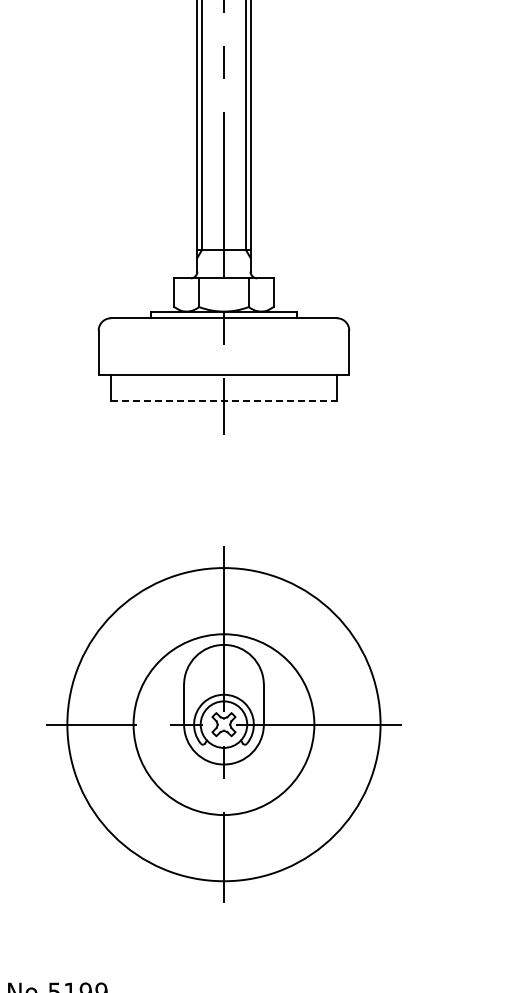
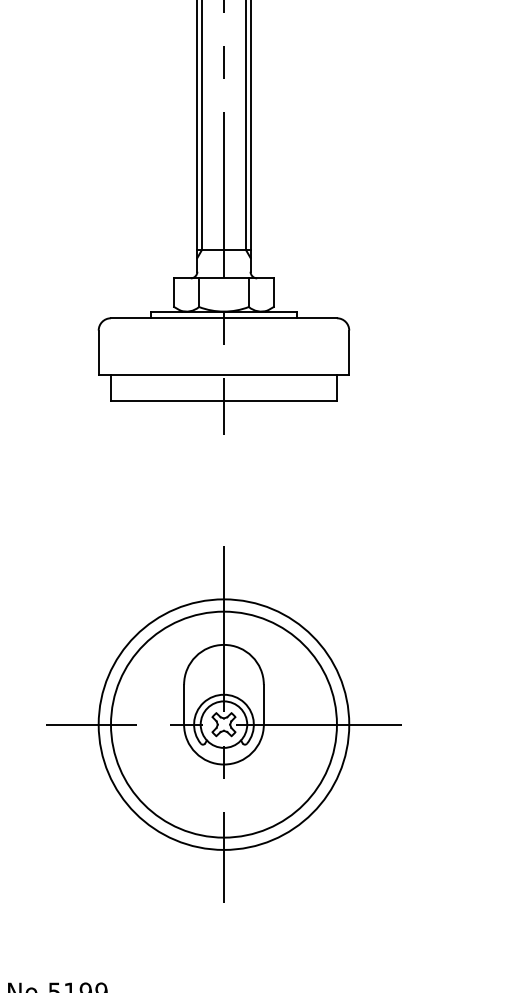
line at (223, 401): dashed -> solid
circle at (223, 724) diameter: 181 px -> 226 px
circle at (223, 724) diameter: 313 px -> 251 px
